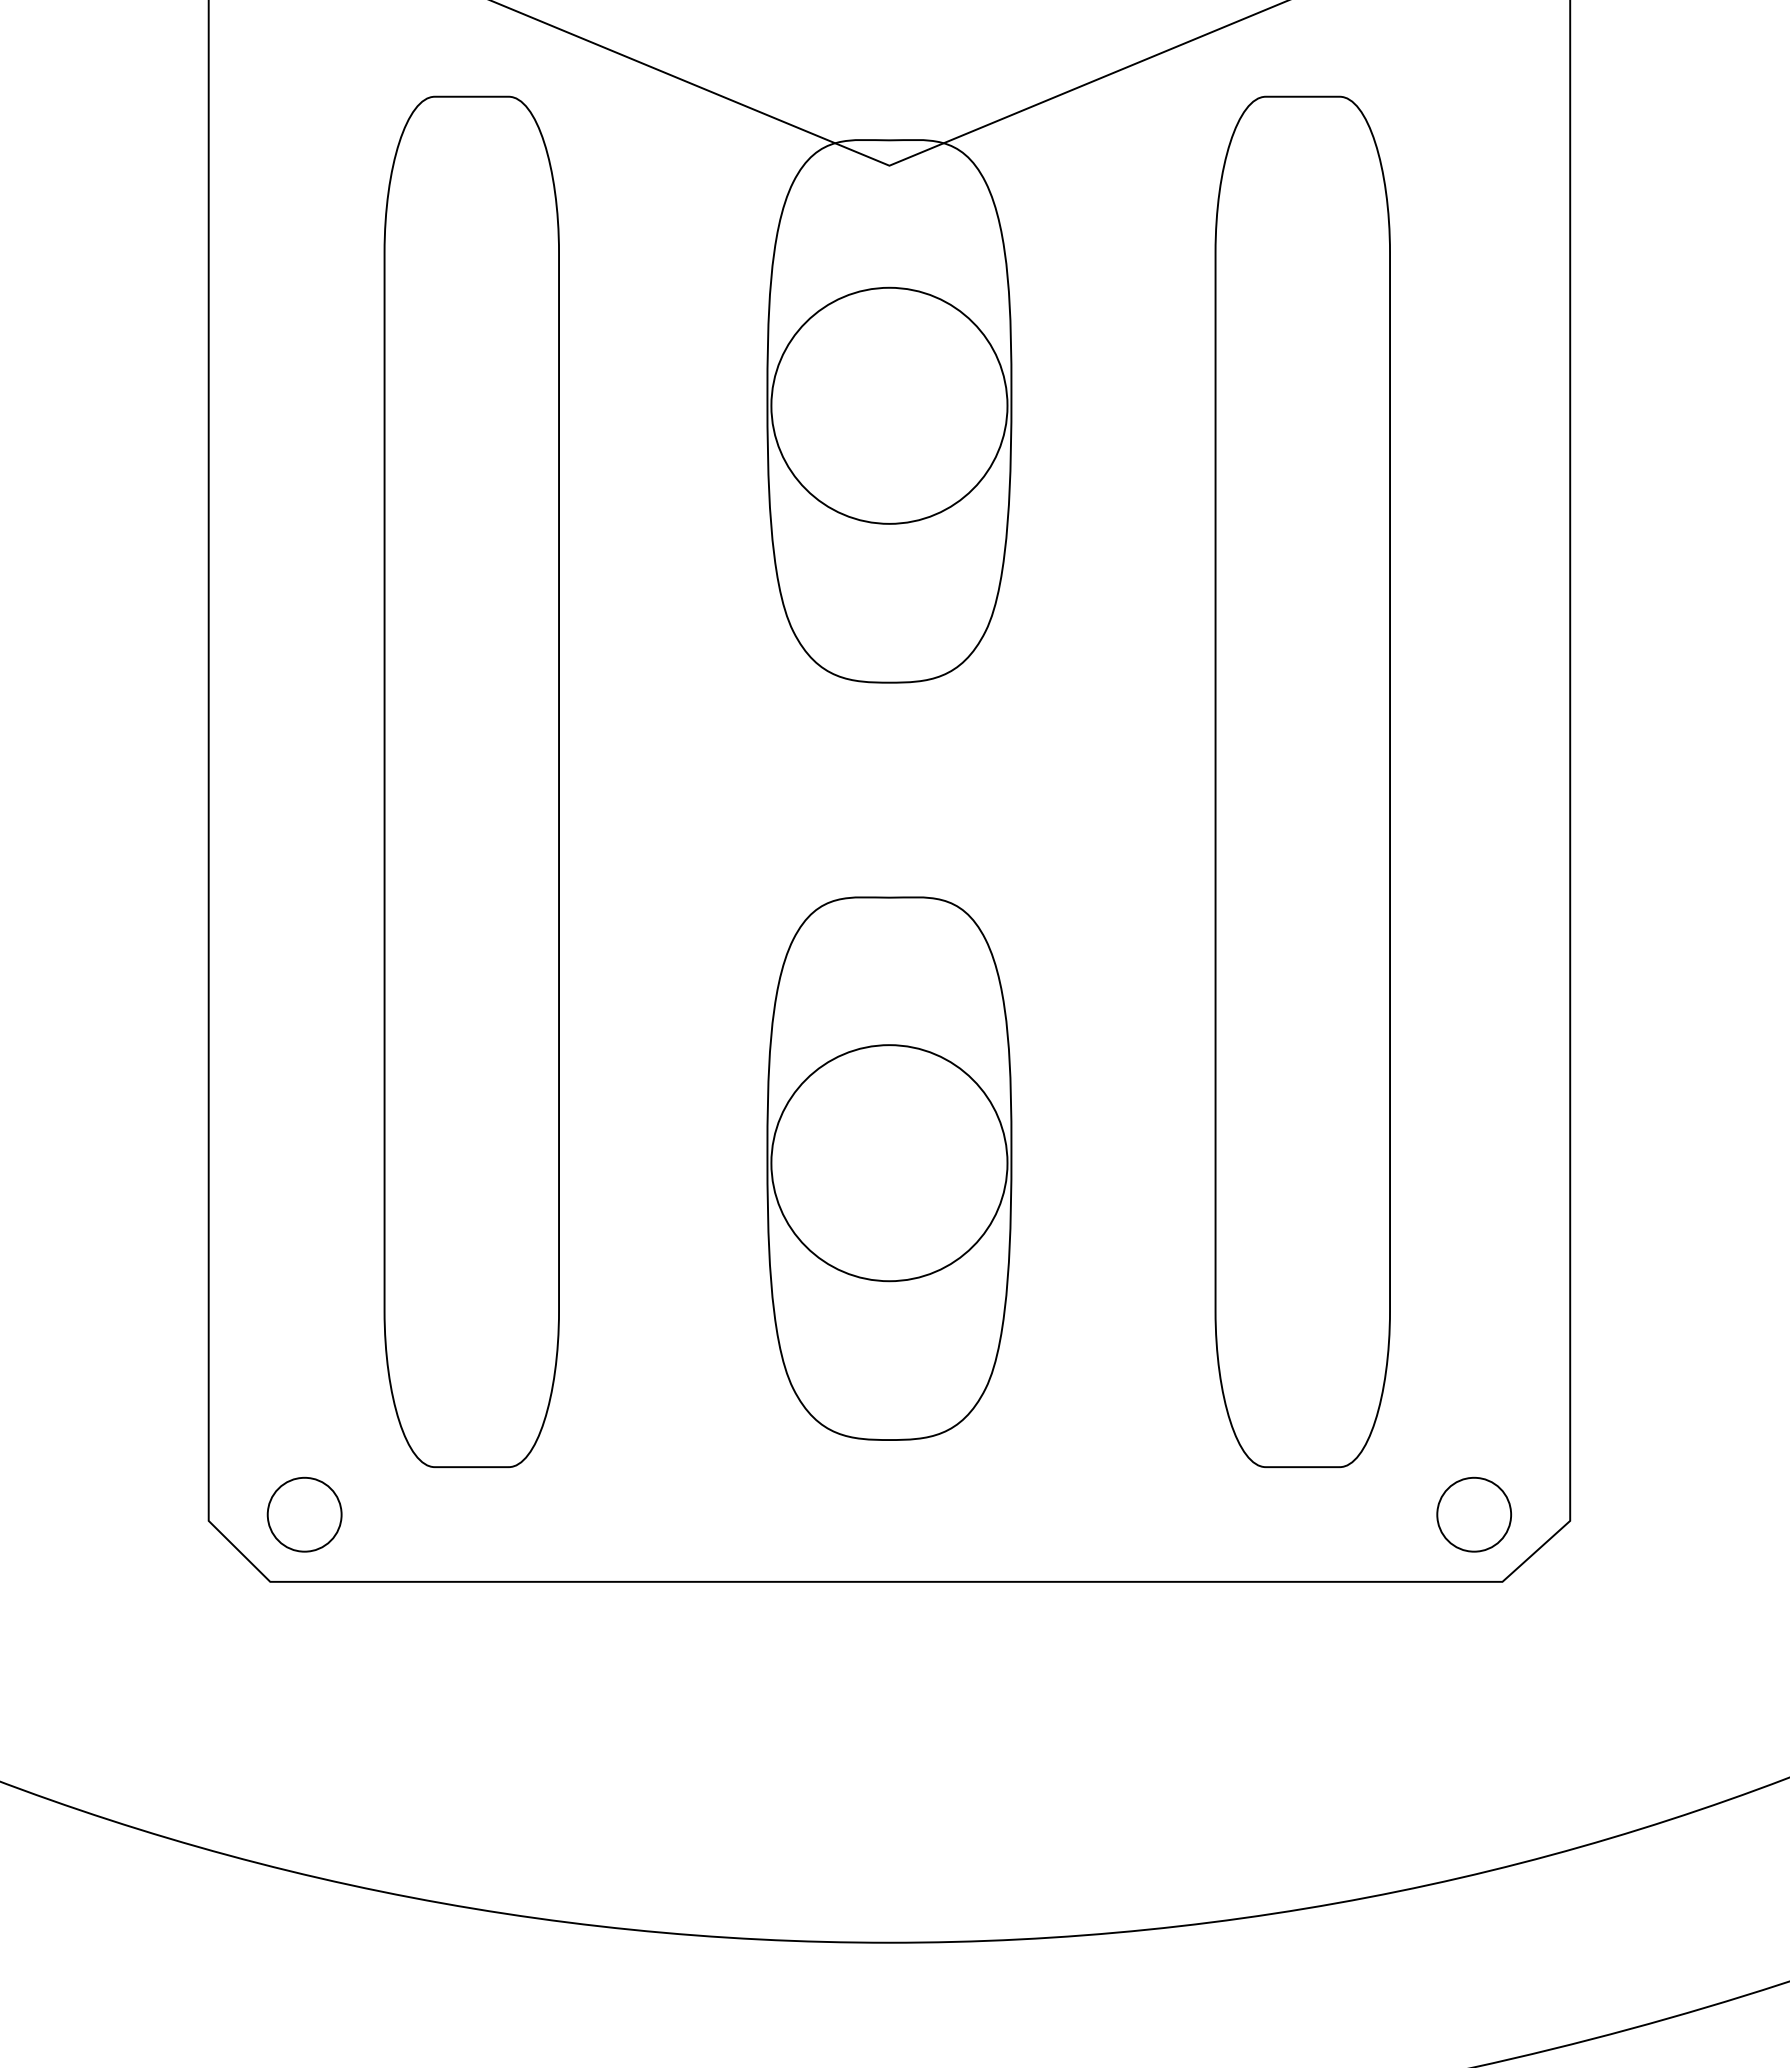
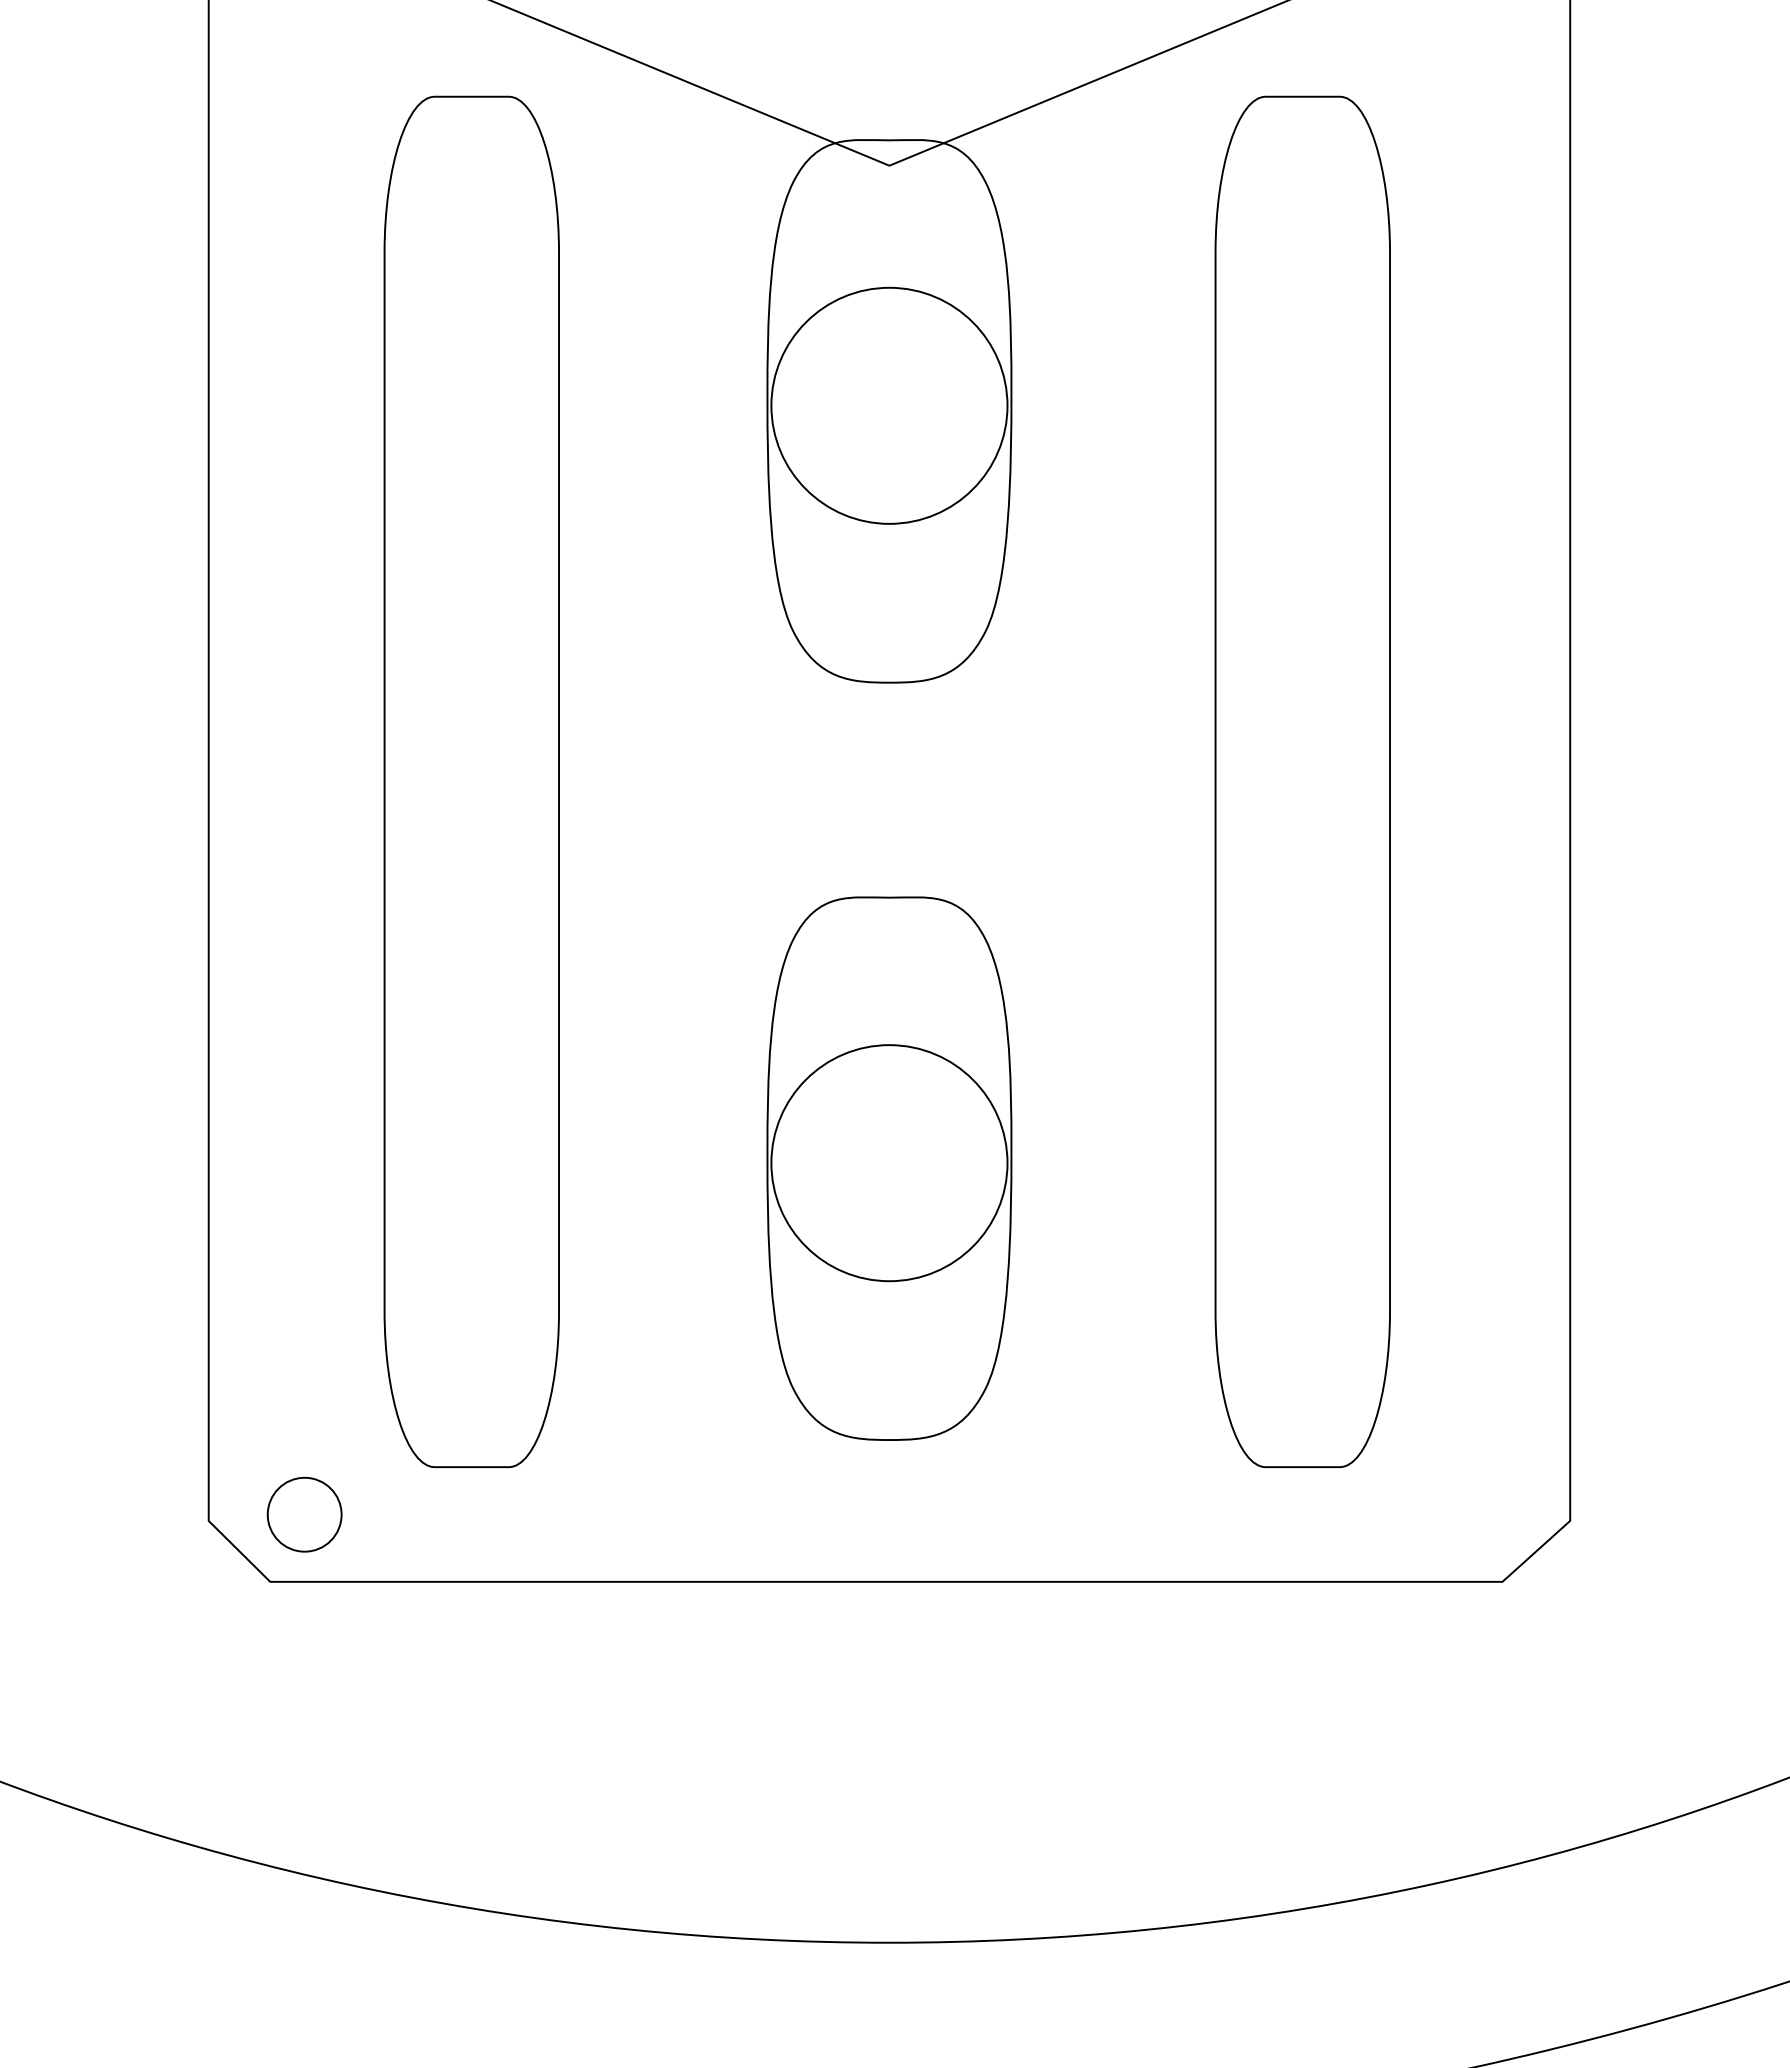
part at (1473, 1514): present -> none
